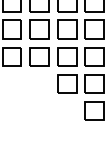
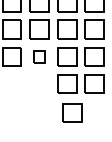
part at (39, 56) size: 21x20 px -> 13x14 px
part at (94, 110) position: (94, 110) -> (72, 112)
